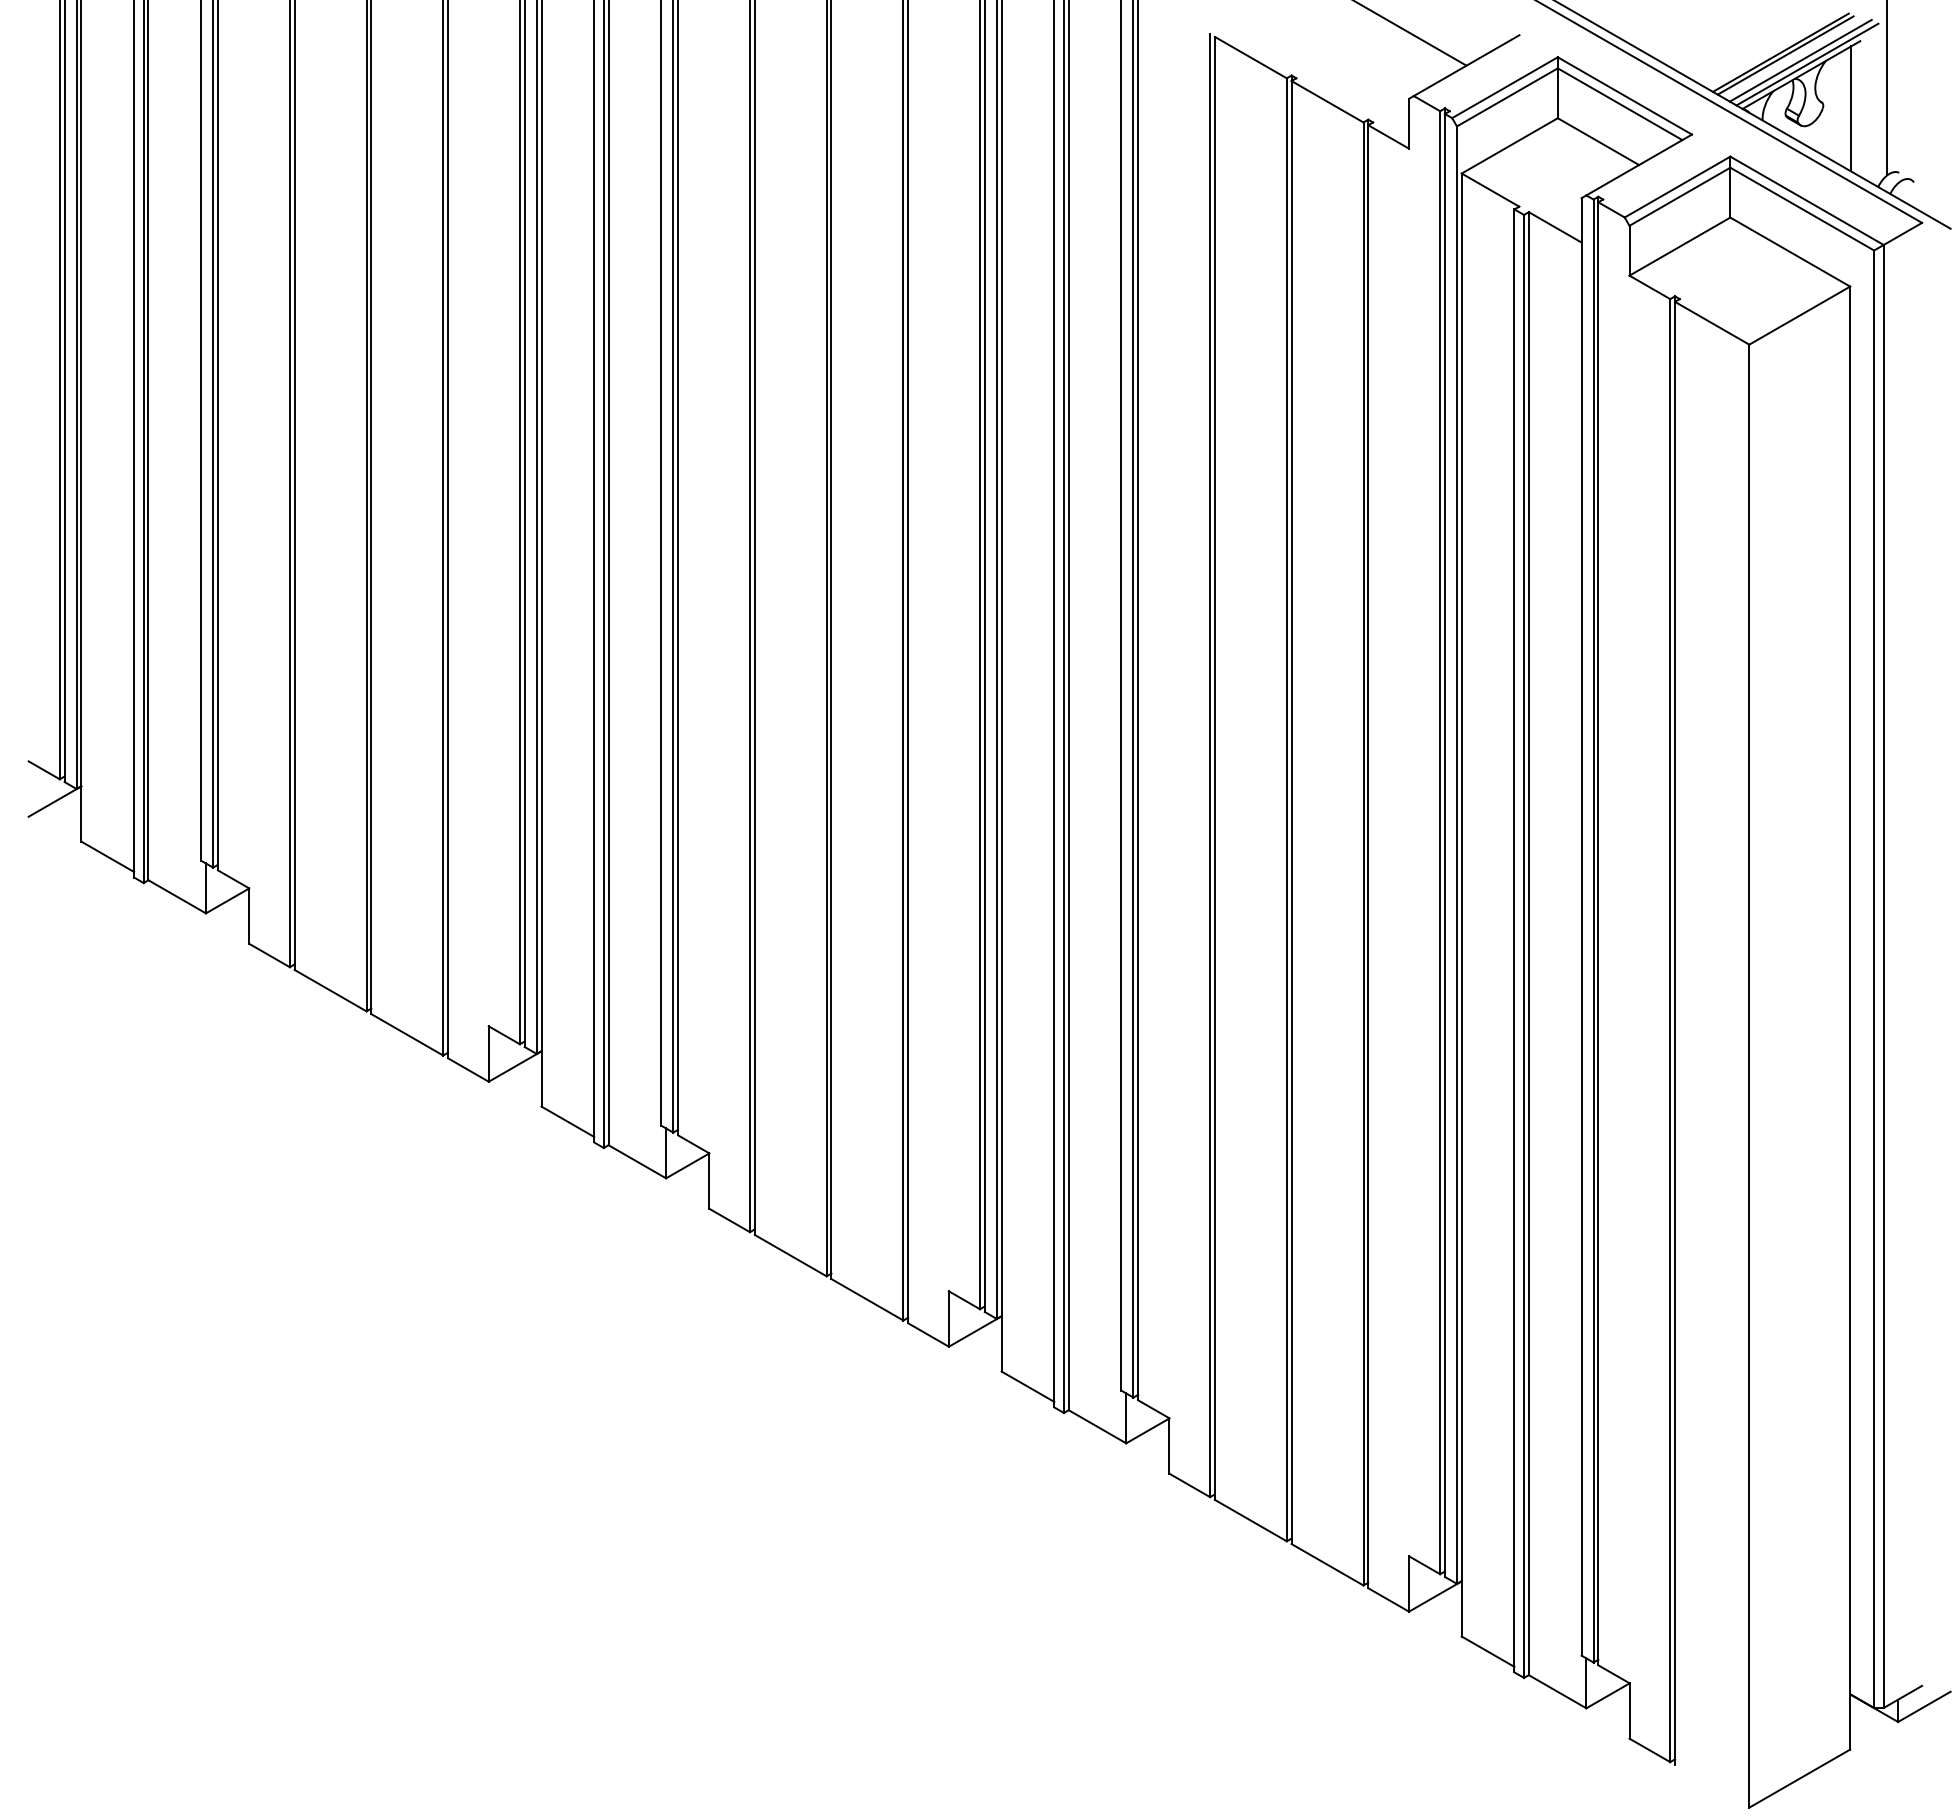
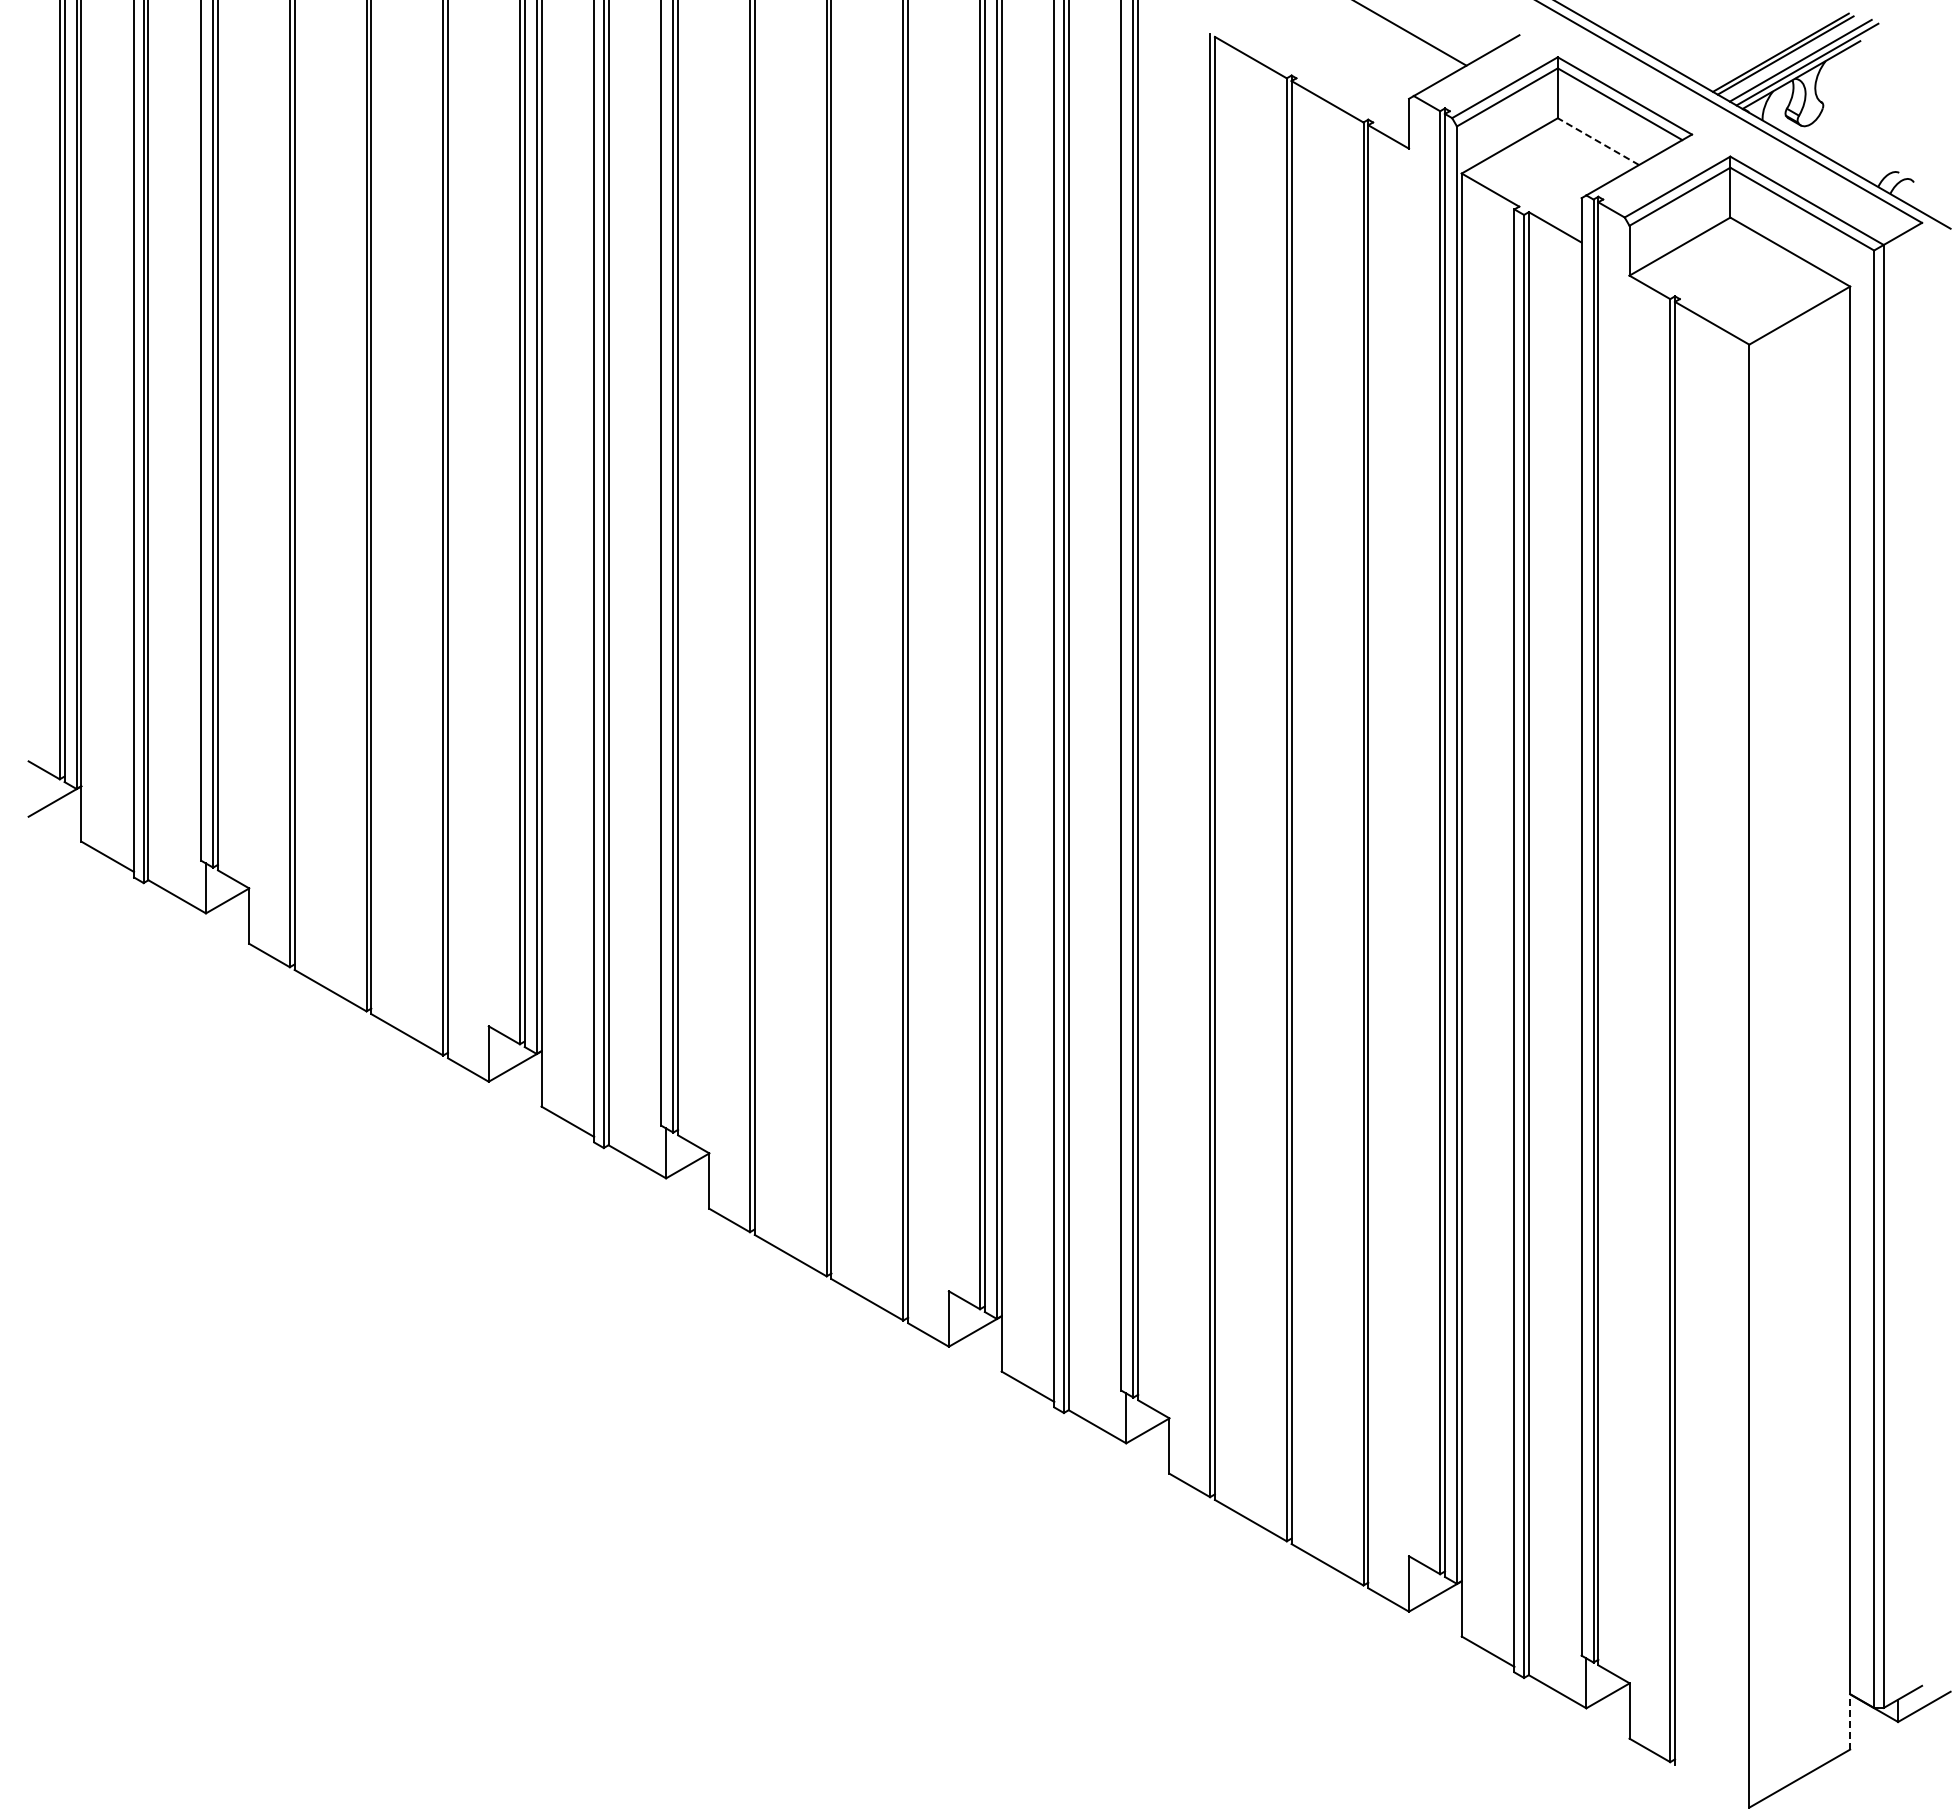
line at (1887, 88): present -> none
line at (1851, 108): present -> none
line at (1598, 141): solid -> dashed
line at (1850, 1721): solid -> dashed
